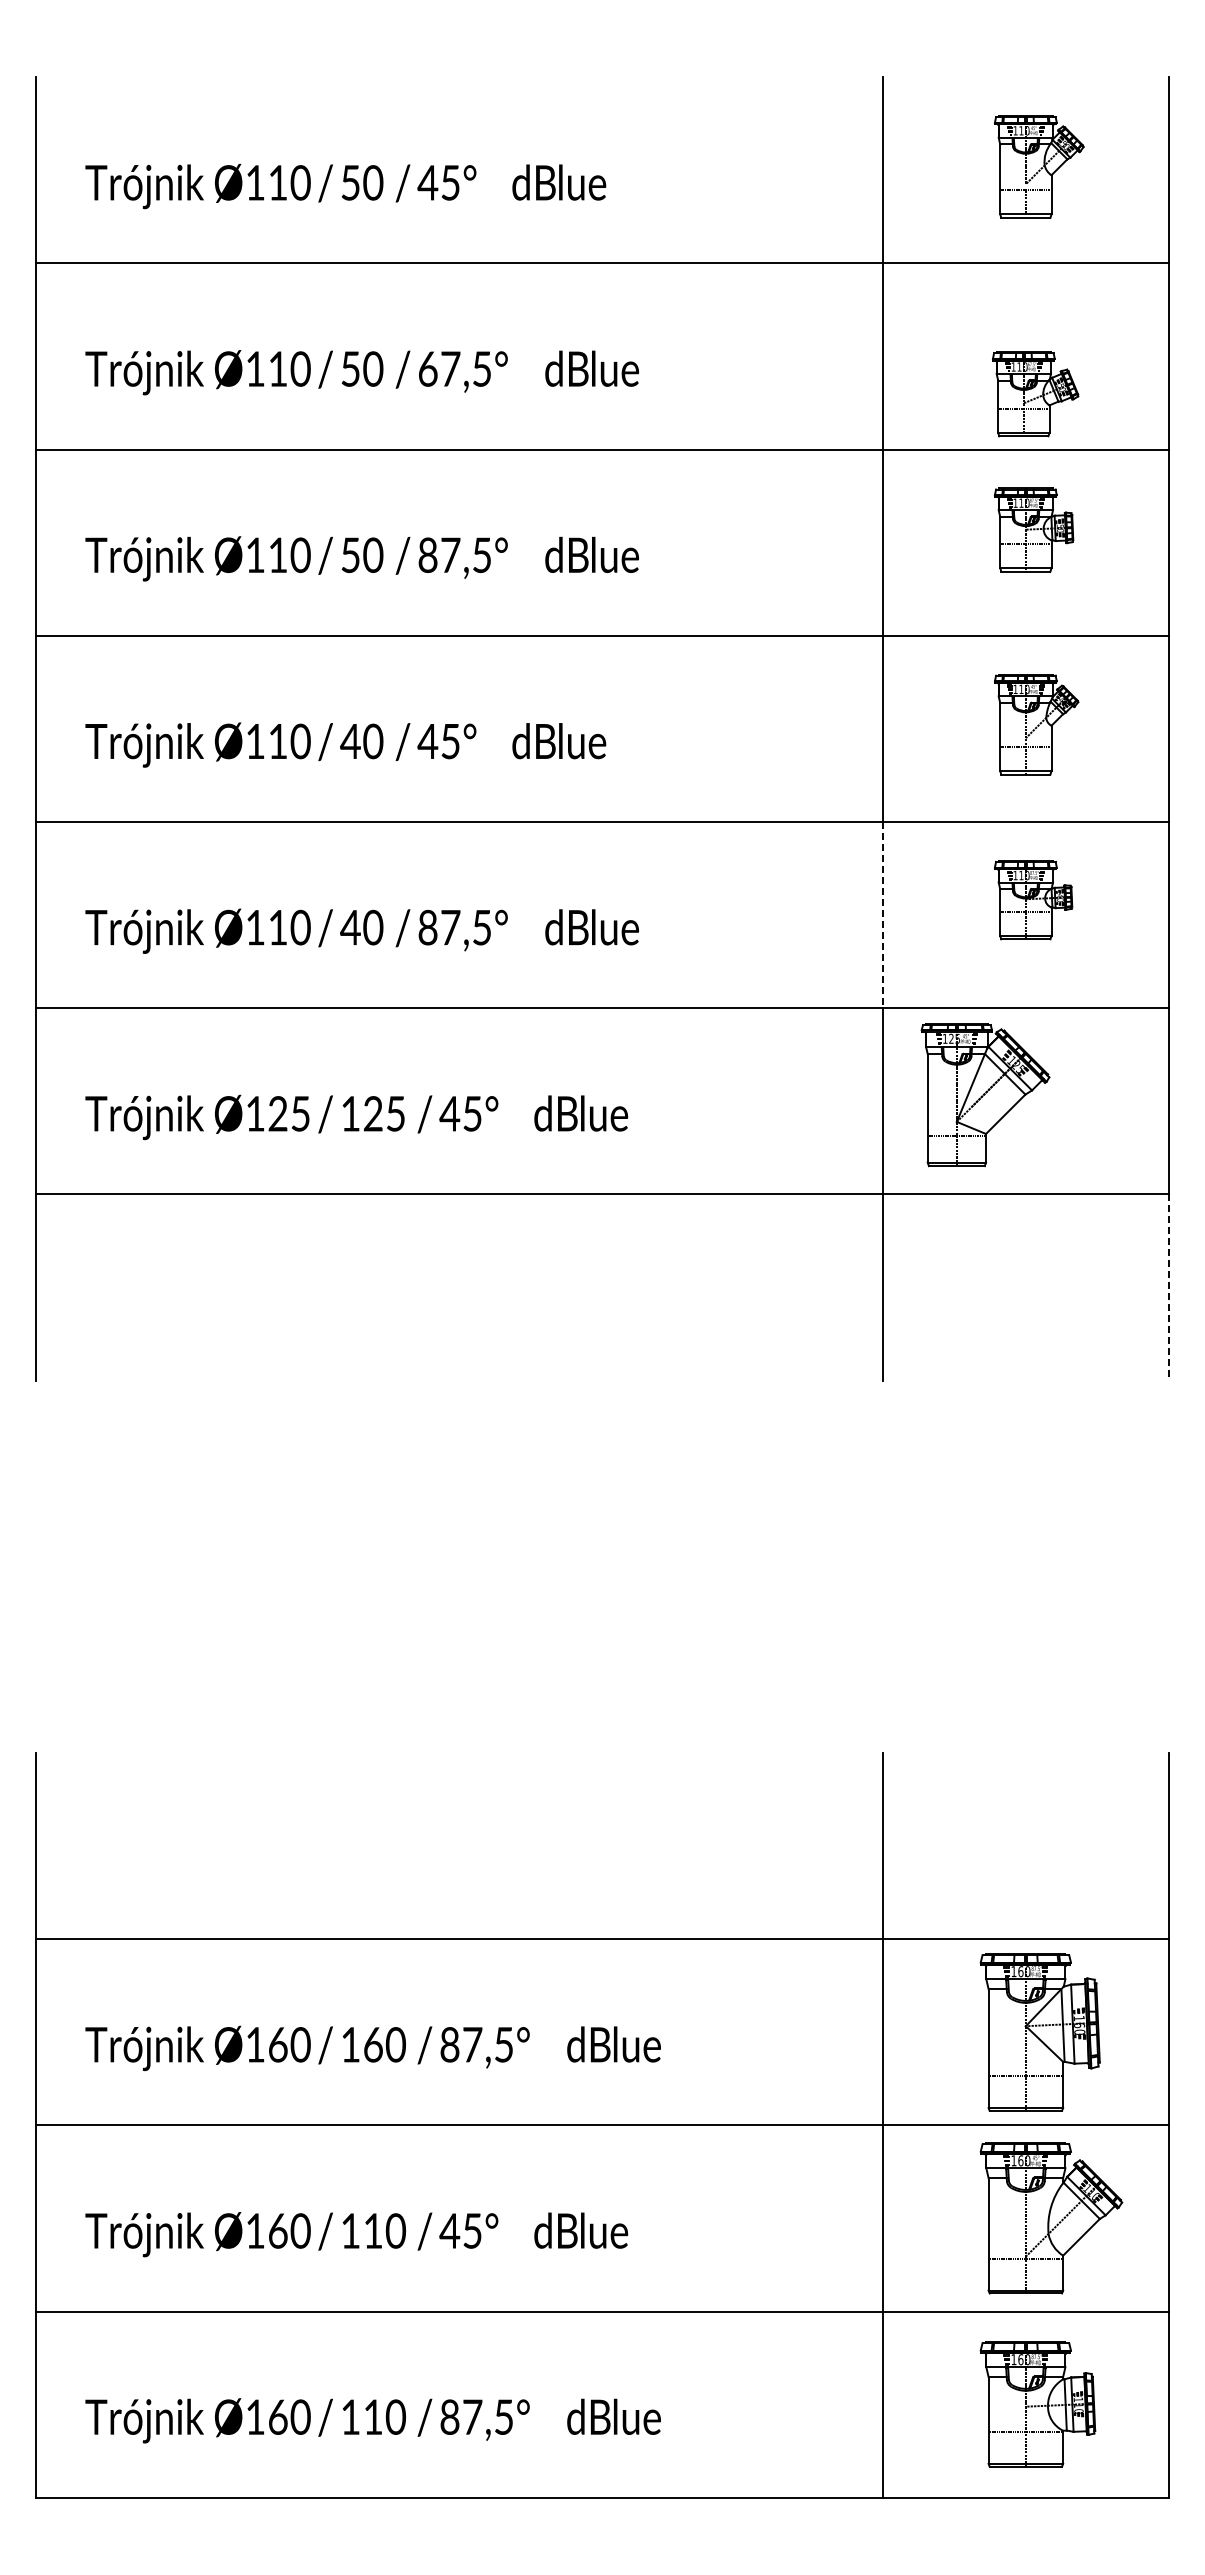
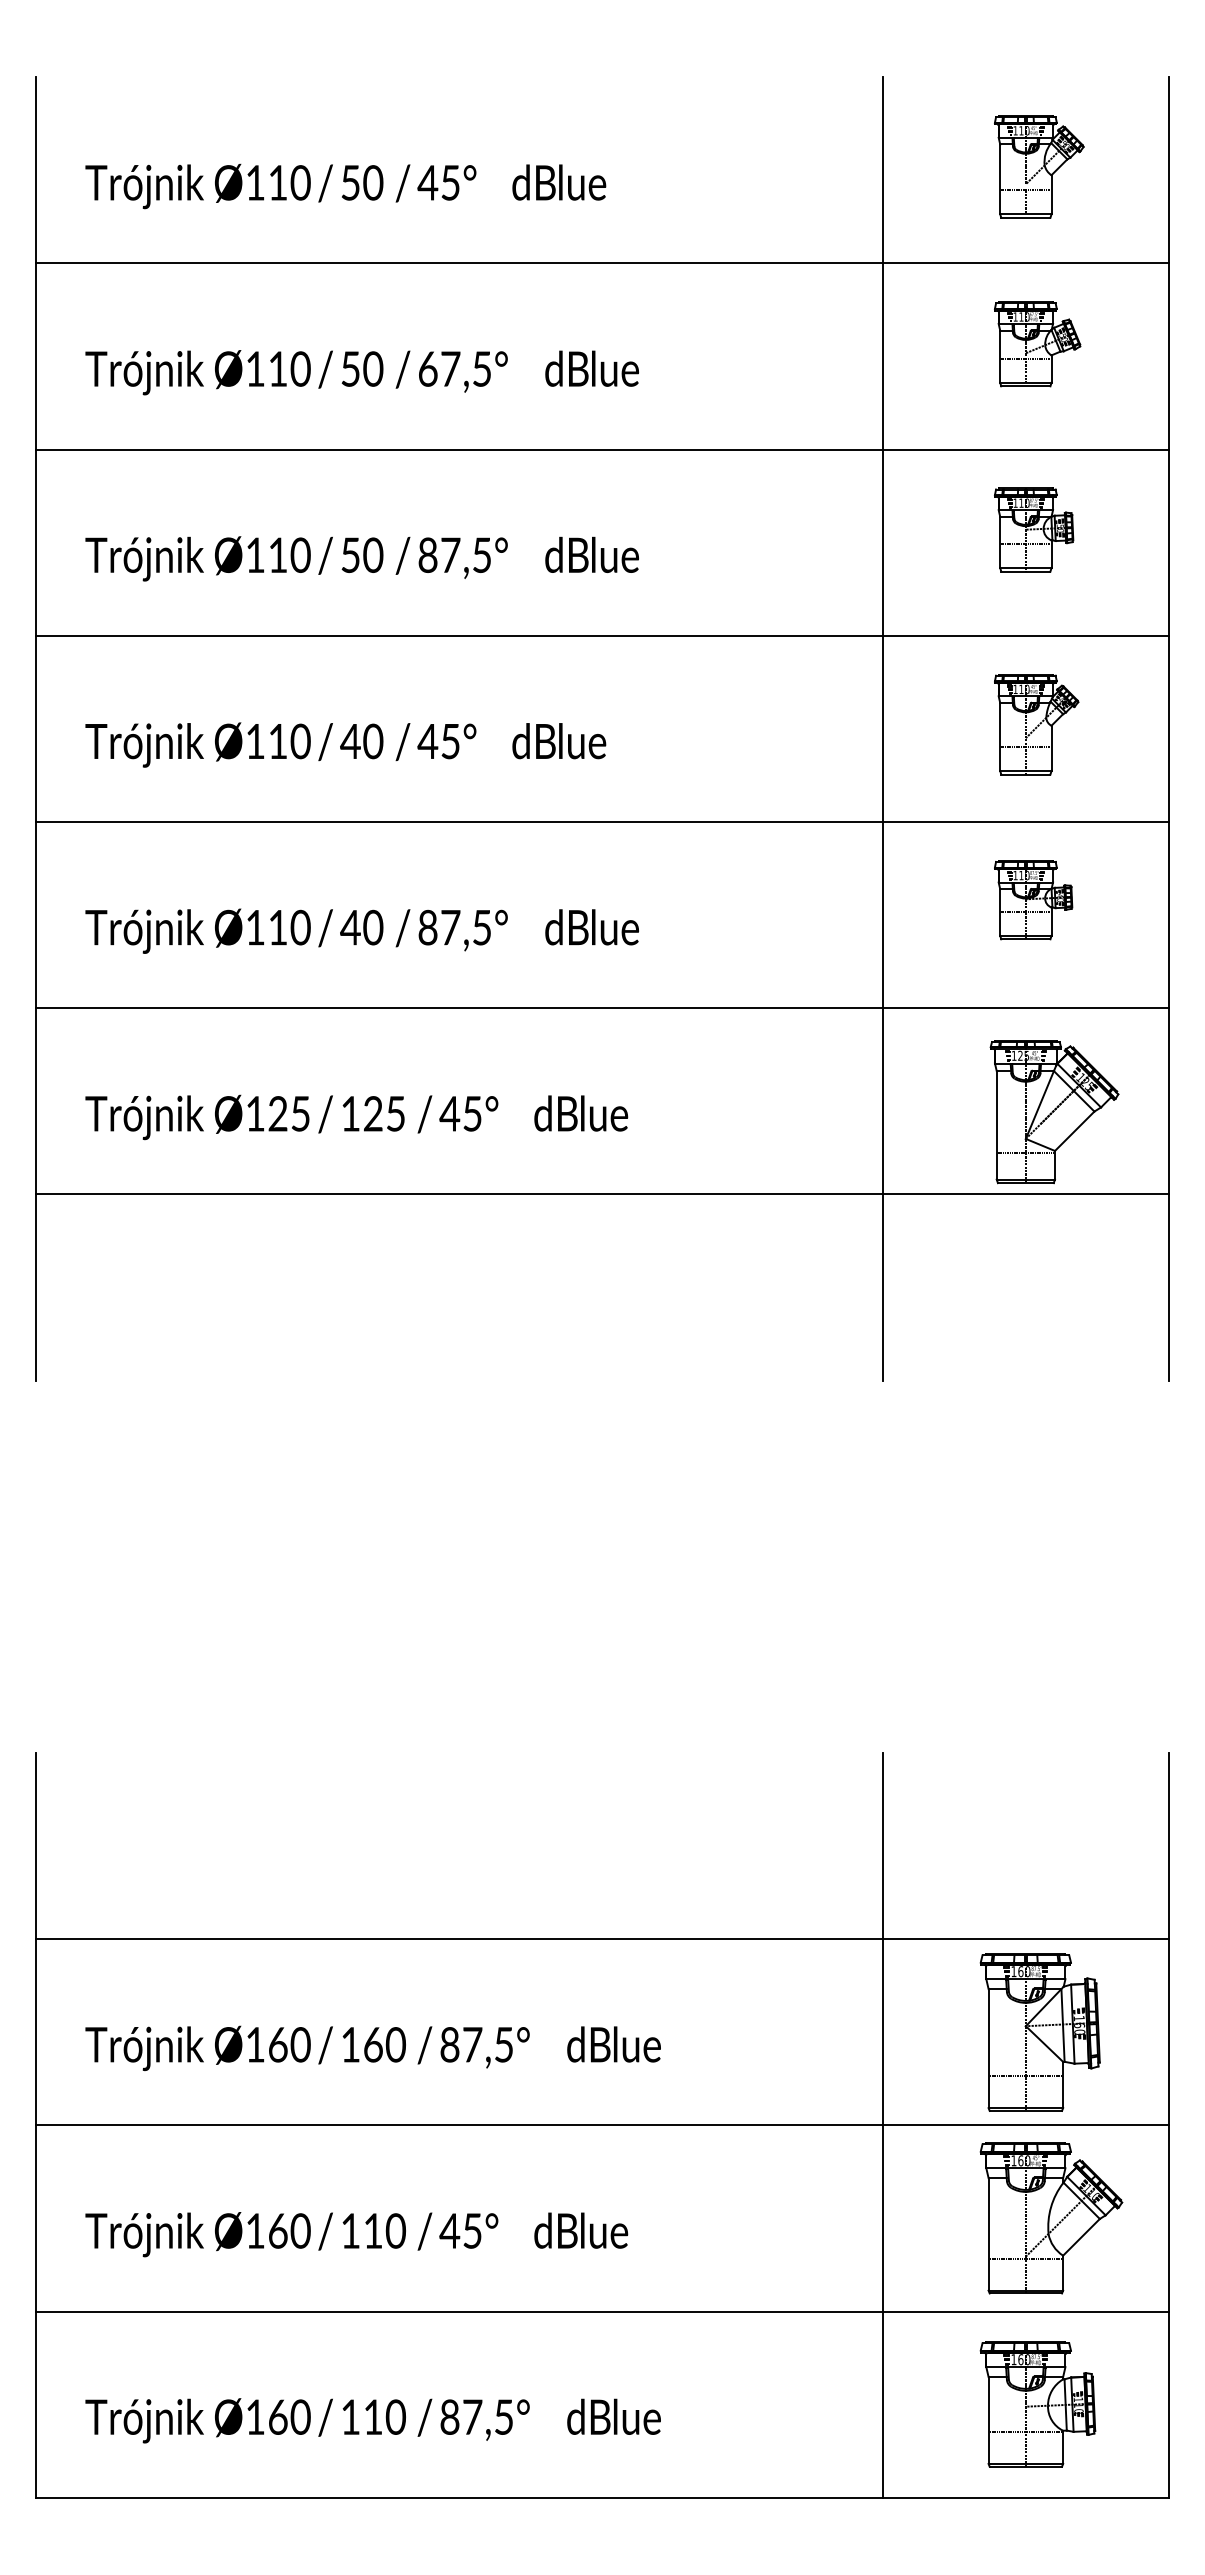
part at (1035, 394) position: (1035, 394) -> (1037, 344)
line at (882, 915): dashed -> solid
part at (985, 1095) position: (985, 1095) -> (1054, 1112)
line at (1168, 1287): dashed -> solid
